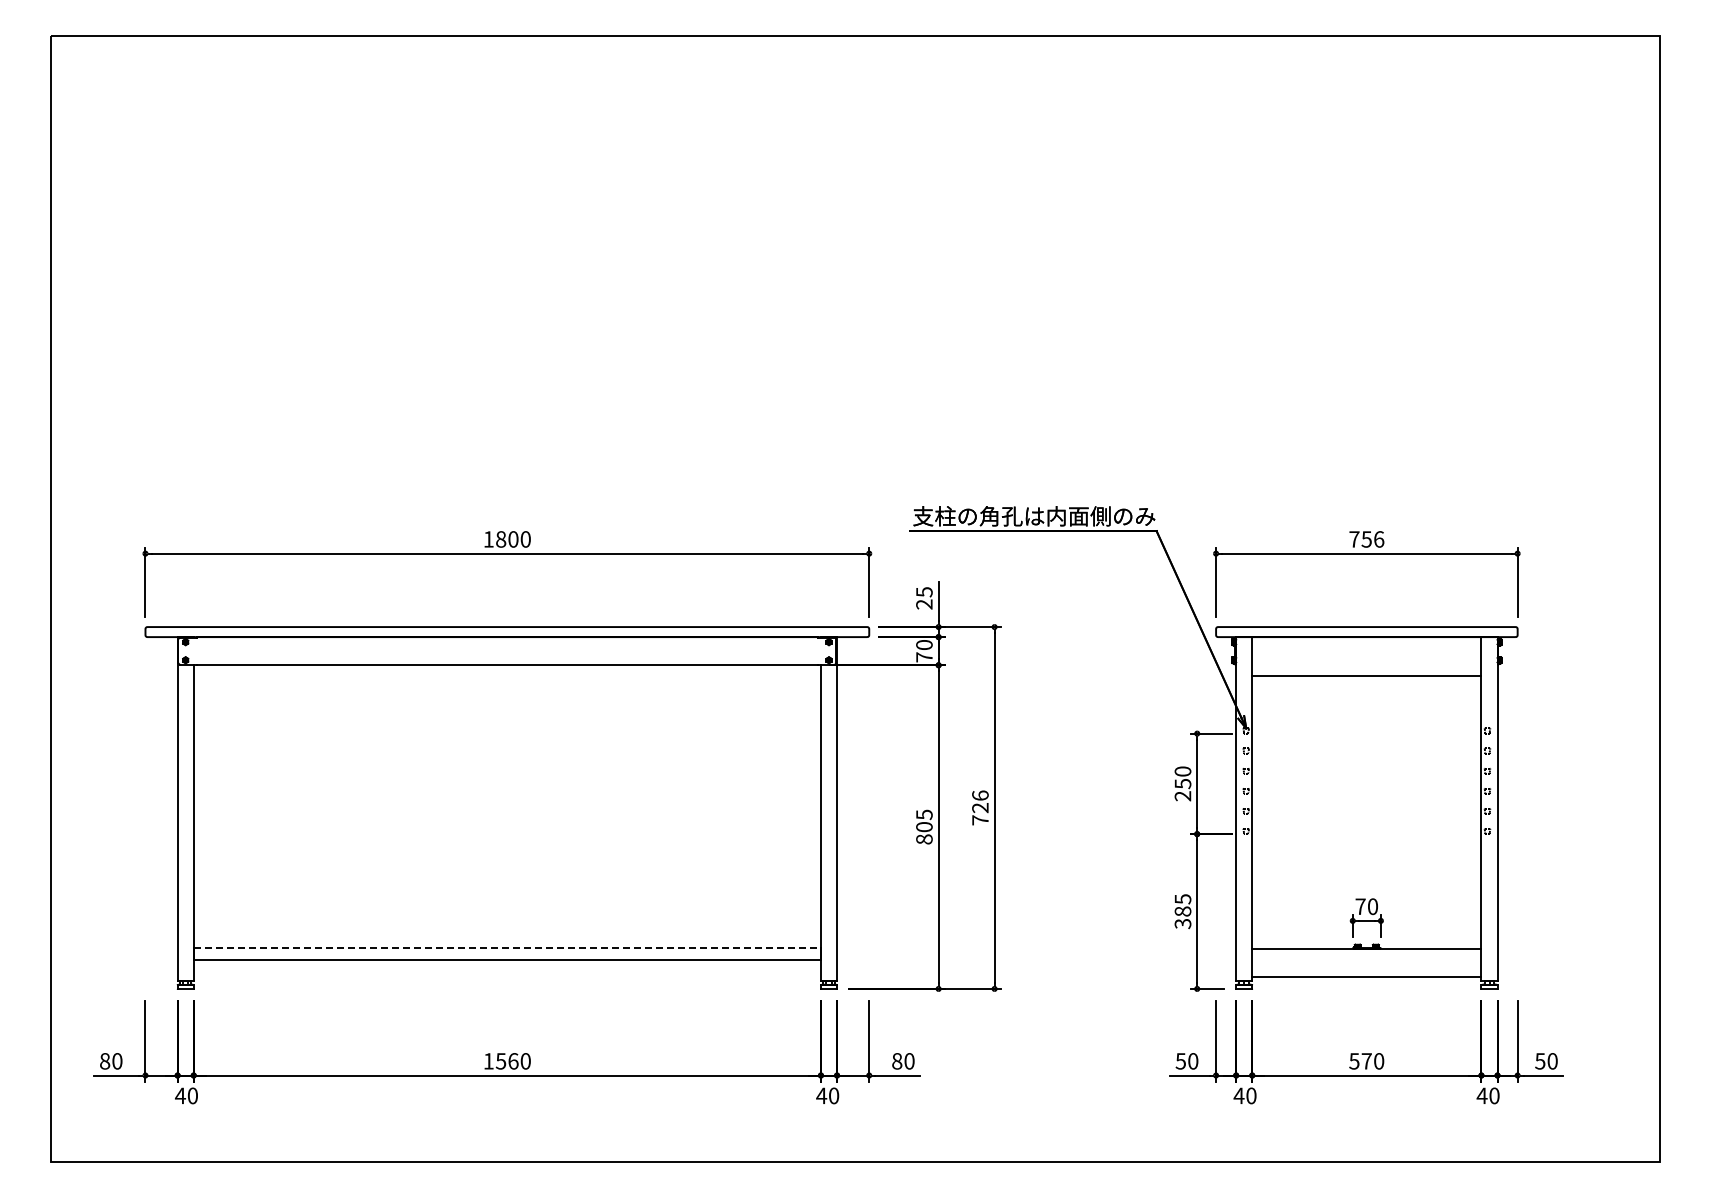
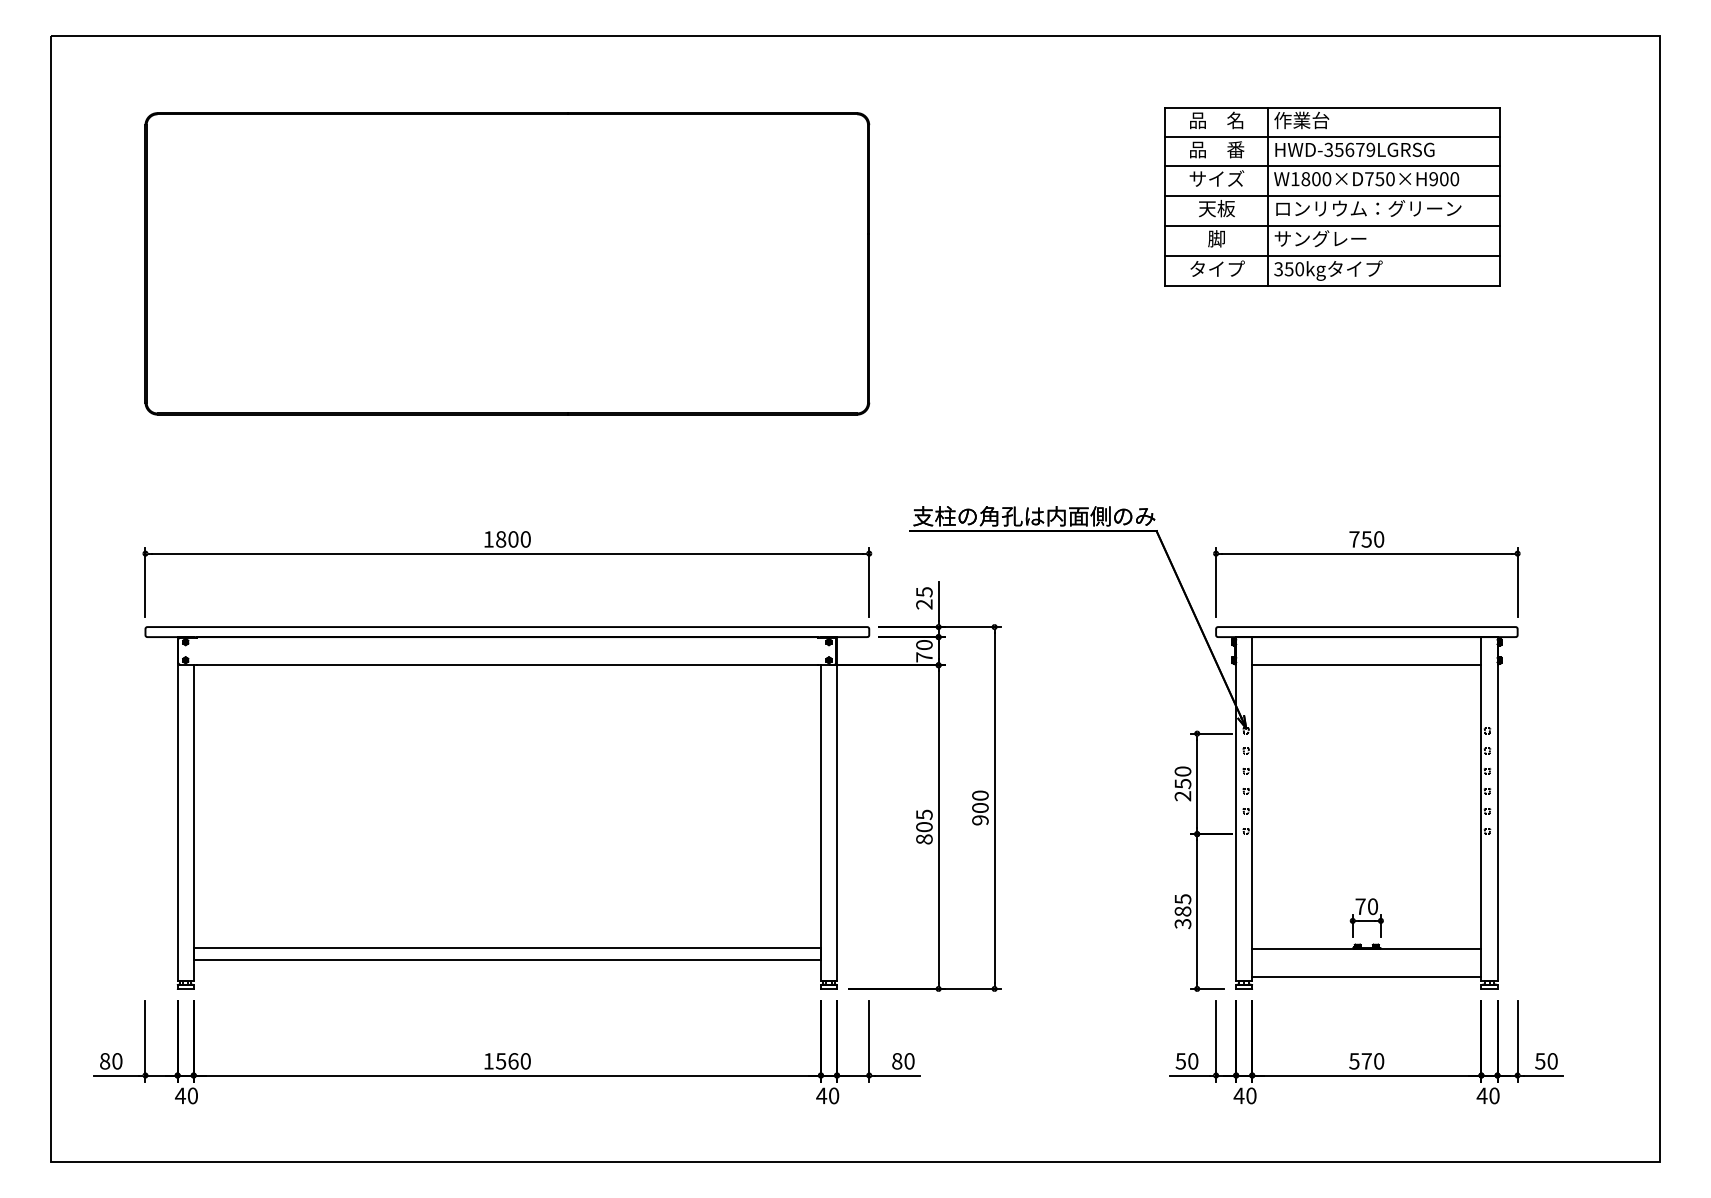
part at (1332, 196): none -> present
part at (507, 263): none -> present
text at (1379, 539): 756 -> 750
line at (1366, 676) position: (1366, 676) -> (1366, 665)
text at (980, 807): 726 -> 900
line at (507, 947): dashed -> solid
